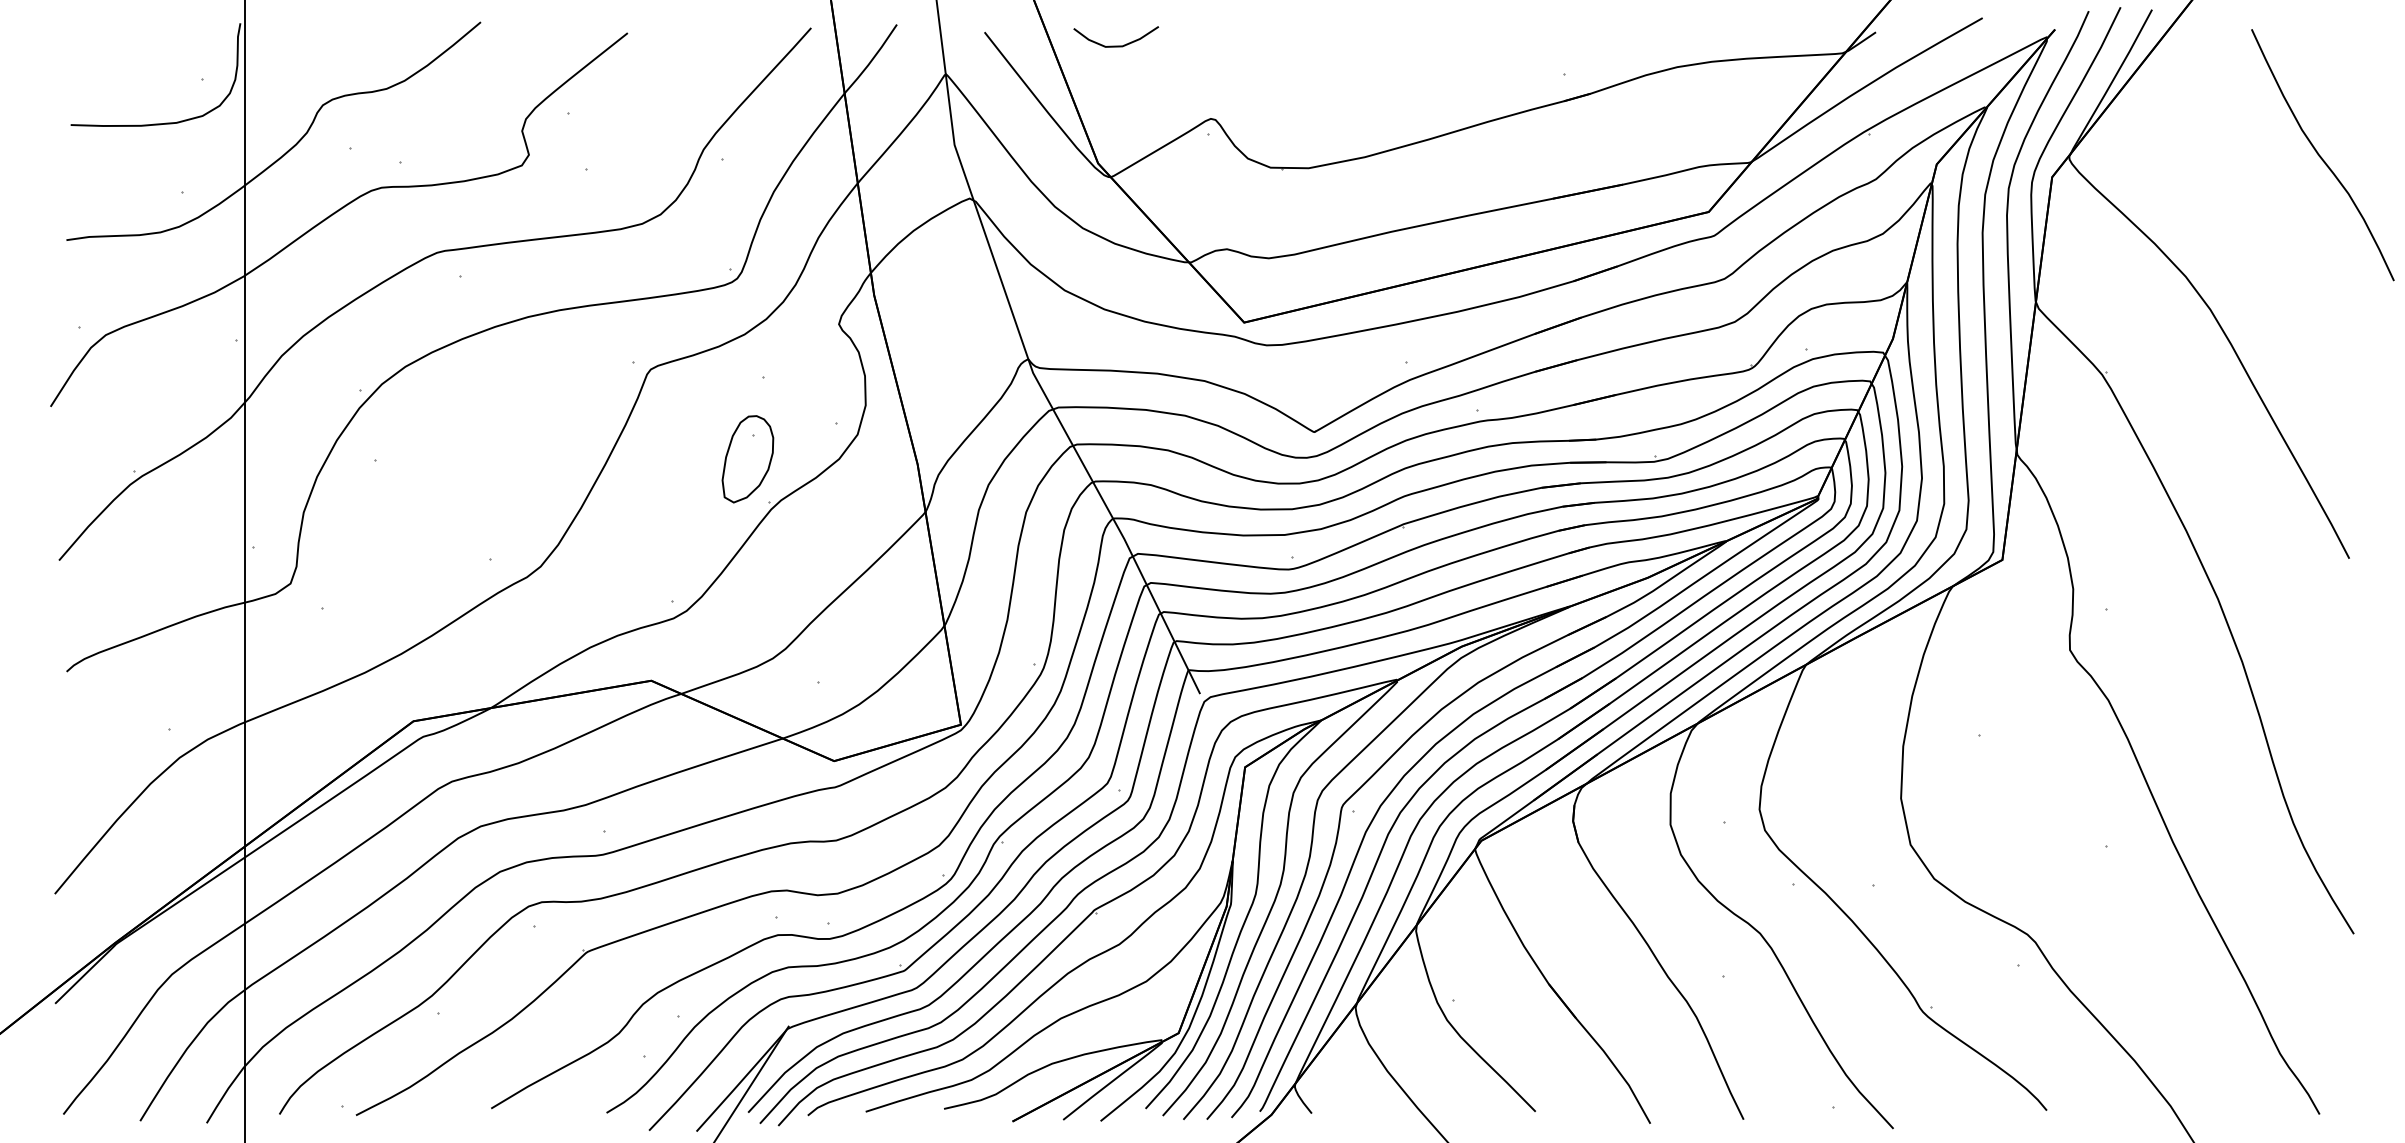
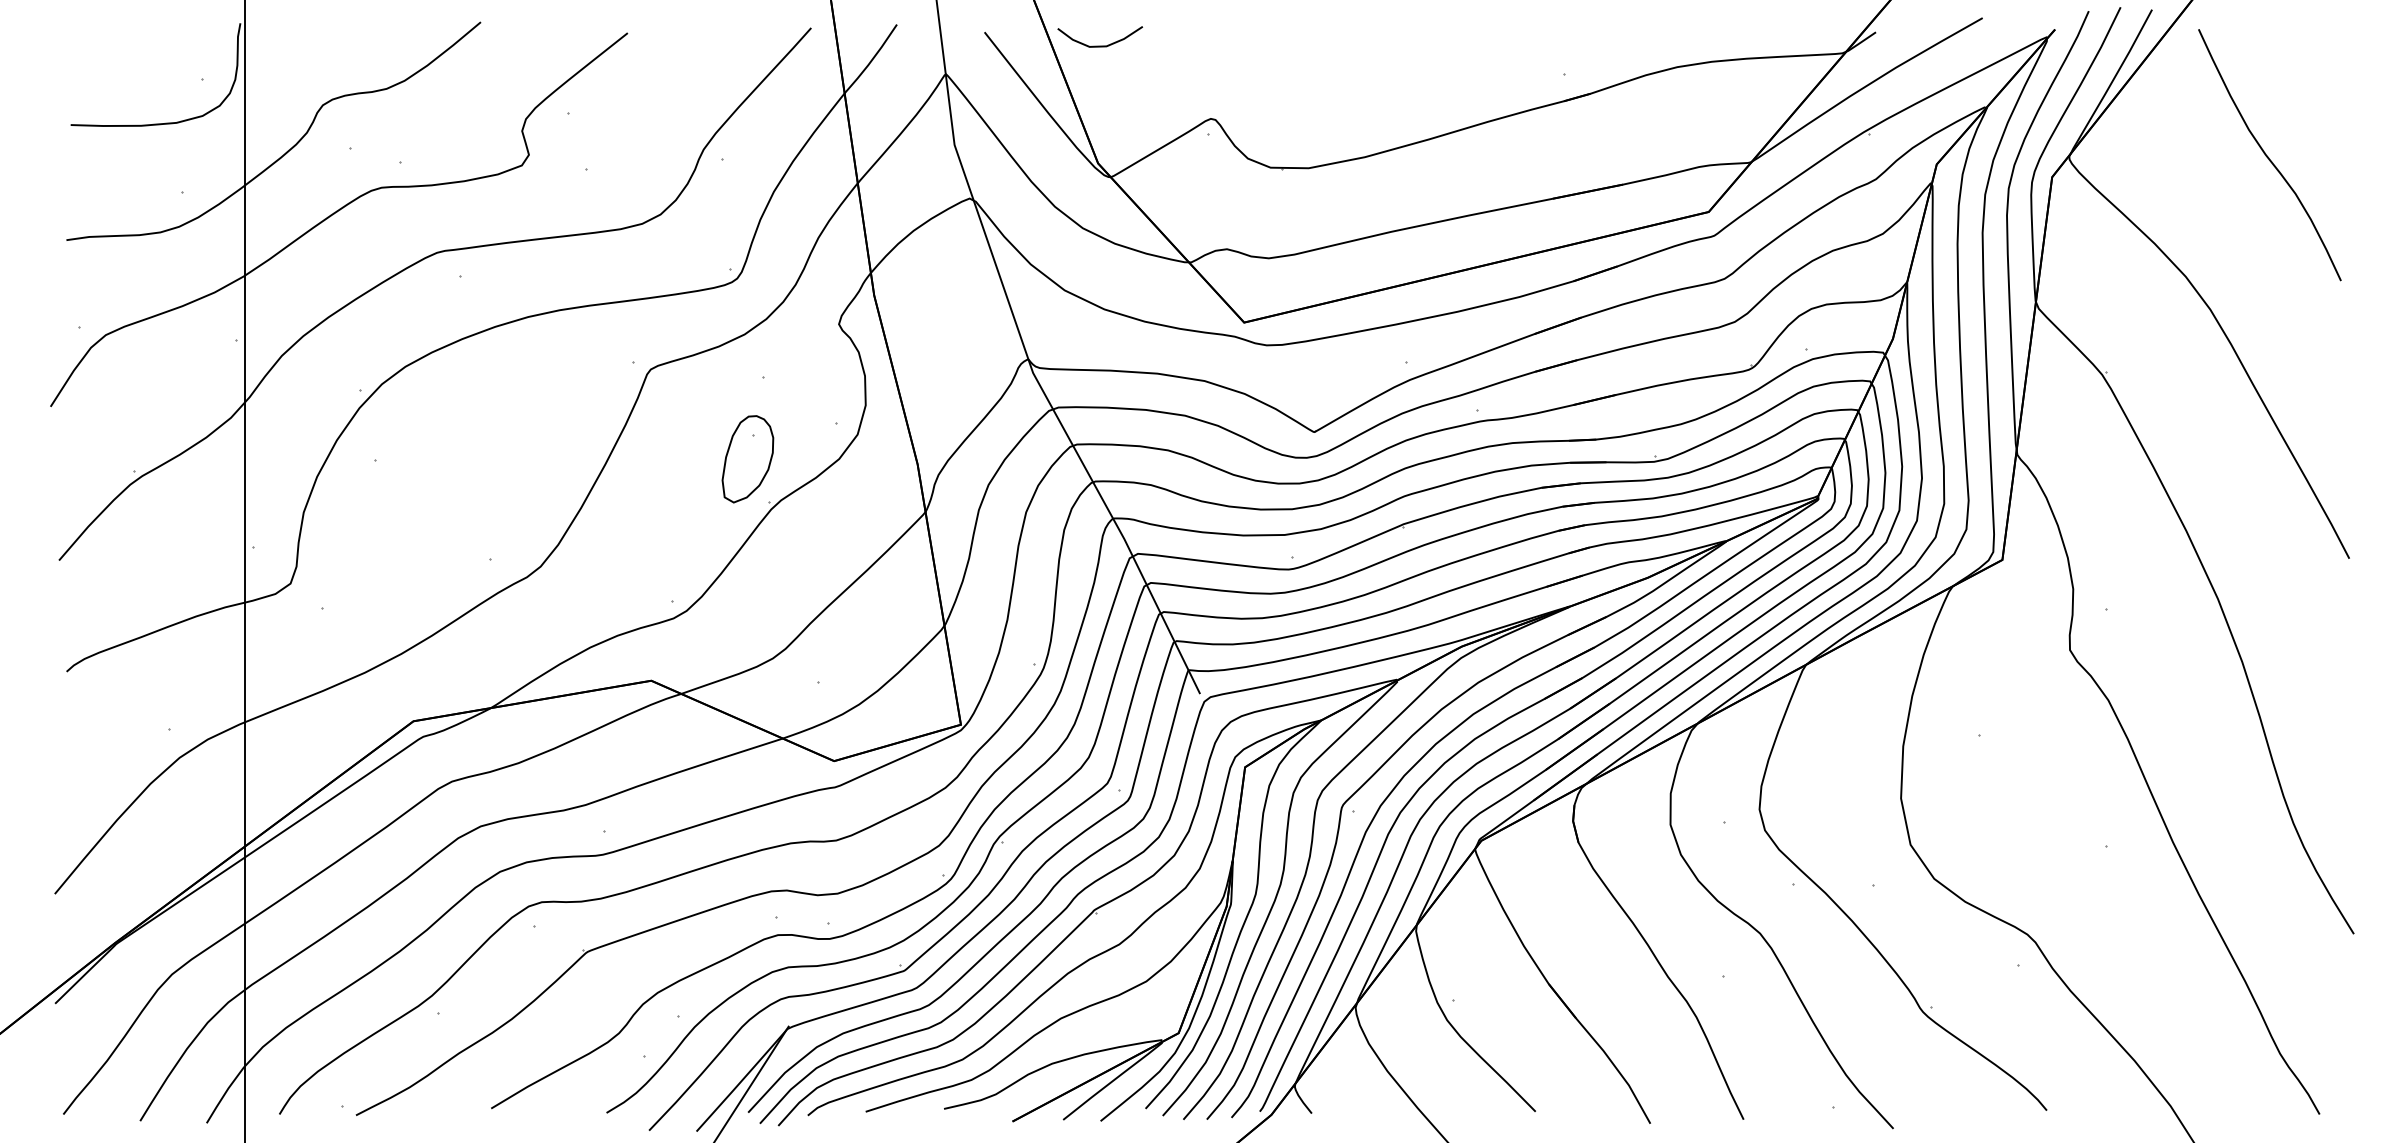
curve at (1115, 45) position: (1115, 45) -> (1099, 45)
curve at (2321, 156) position: (2321, 156) -> (2268, 156)
